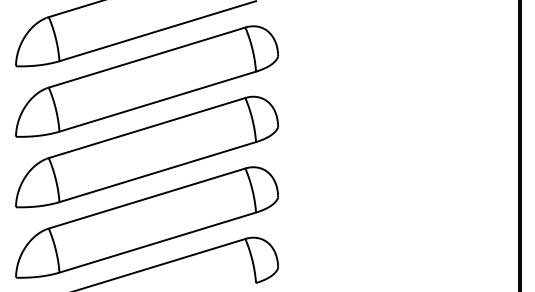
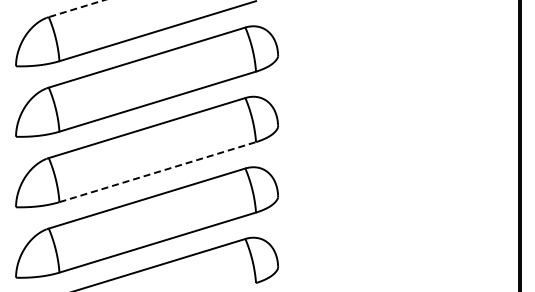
line at (76, 8): solid -> dashed
line at (157, 172): solid -> dashed
